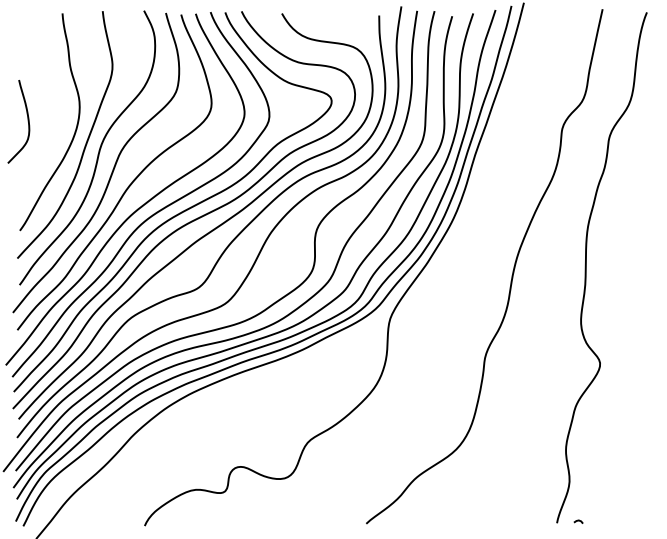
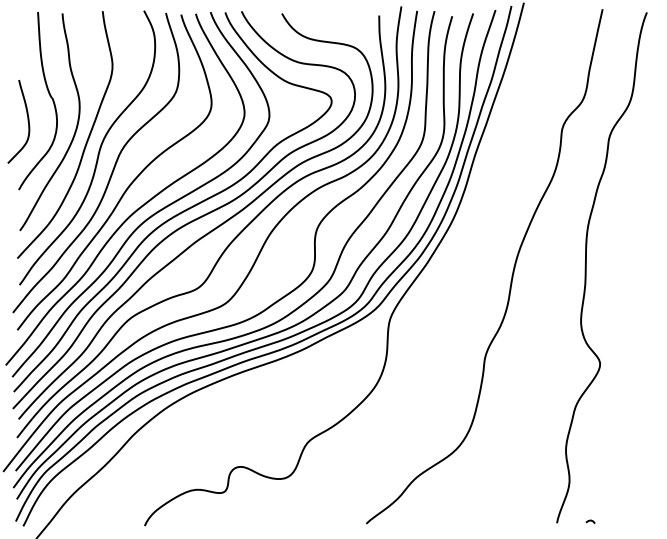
part at (49, 96): none -> present
line at (578, 521) position: (578, 521) -> (590, 521)
